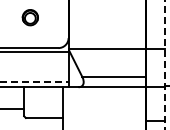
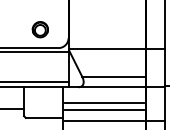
part at (29, 17) position: (29, 17) -> (39, 29)
line at (165, 64): dashed -> solid
line at (35, 82): dashed -> solid
line at (104, 103): none -> present
line at (104, 110): none -> present
line at (104, 120): none -> present
